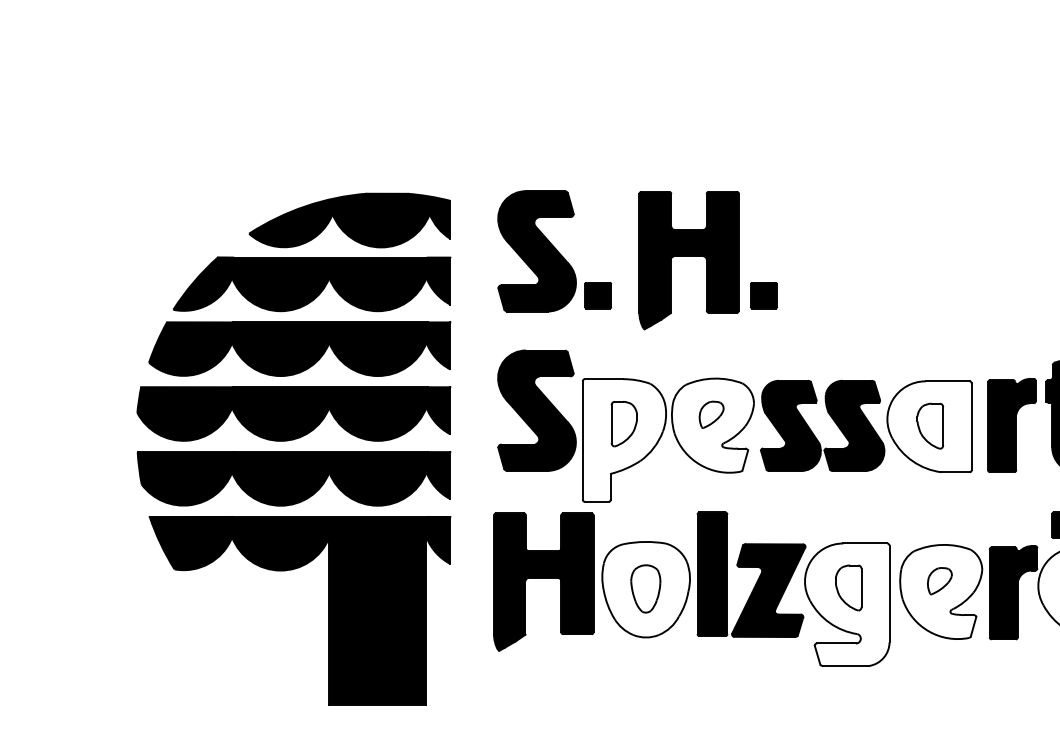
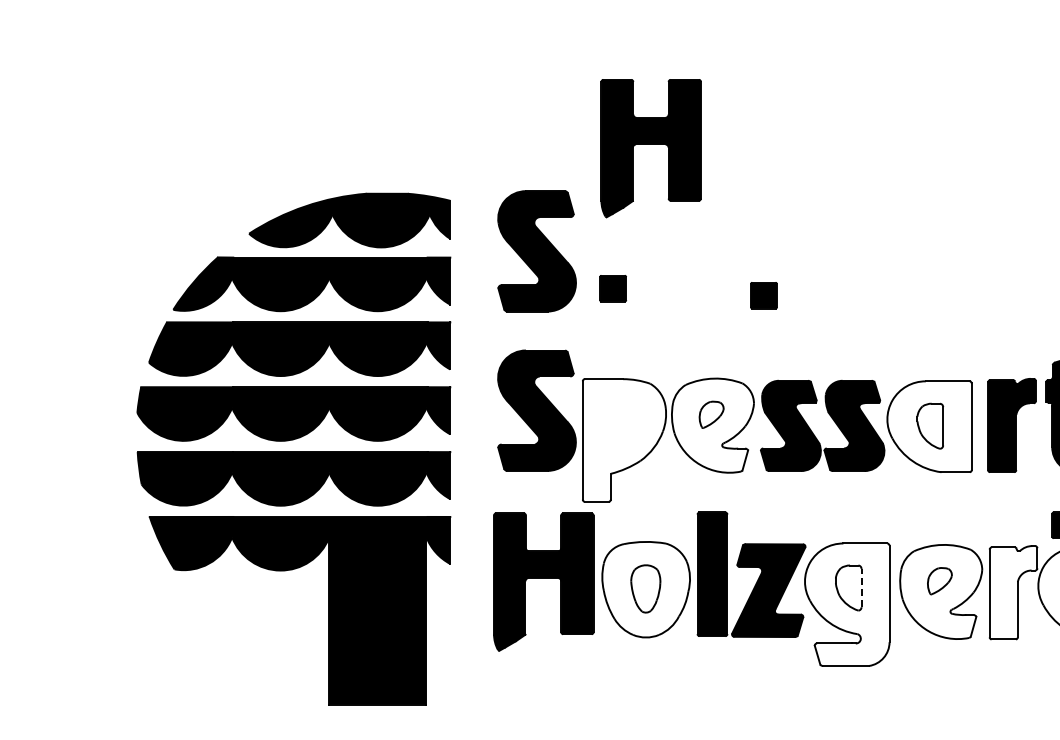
part at (688, 260) position: (688, 260) -> (650, 148)
part at (597, 295) position: (597, 295) -> (612, 288)
part at (623, 424): present -> none
line at (861, 587): solid -> dashed
fill at (1013, 592): present -> none
